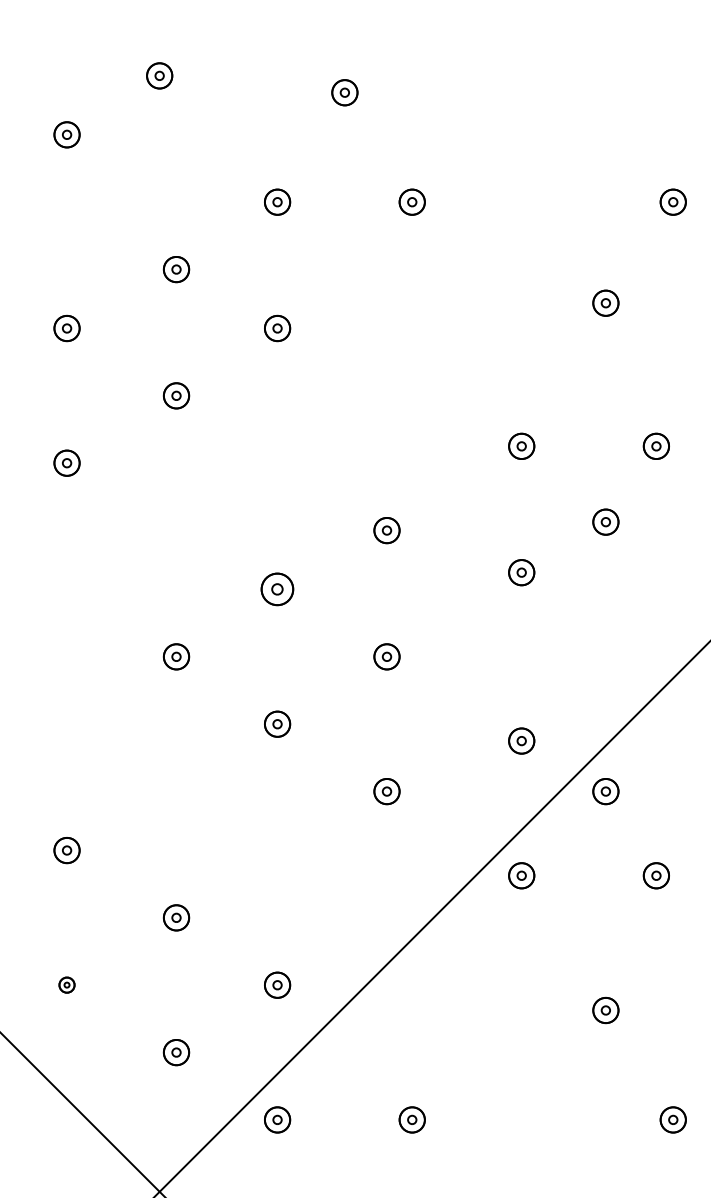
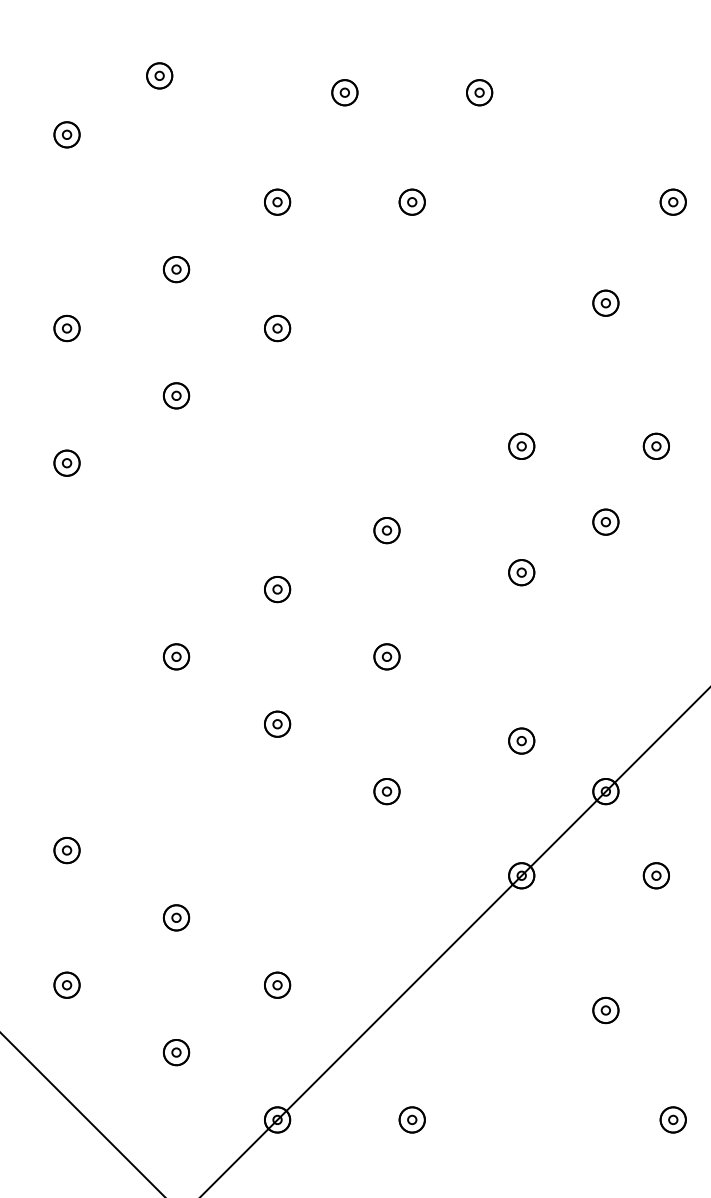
part at (479, 92): none -> present
part at (277, 589) size: 35x35 px -> 28x28 px
line at (432, 919) position: (432, 919) -> (454, 941)
part at (66, 984) size: 18x18 px -> 28x28 px
